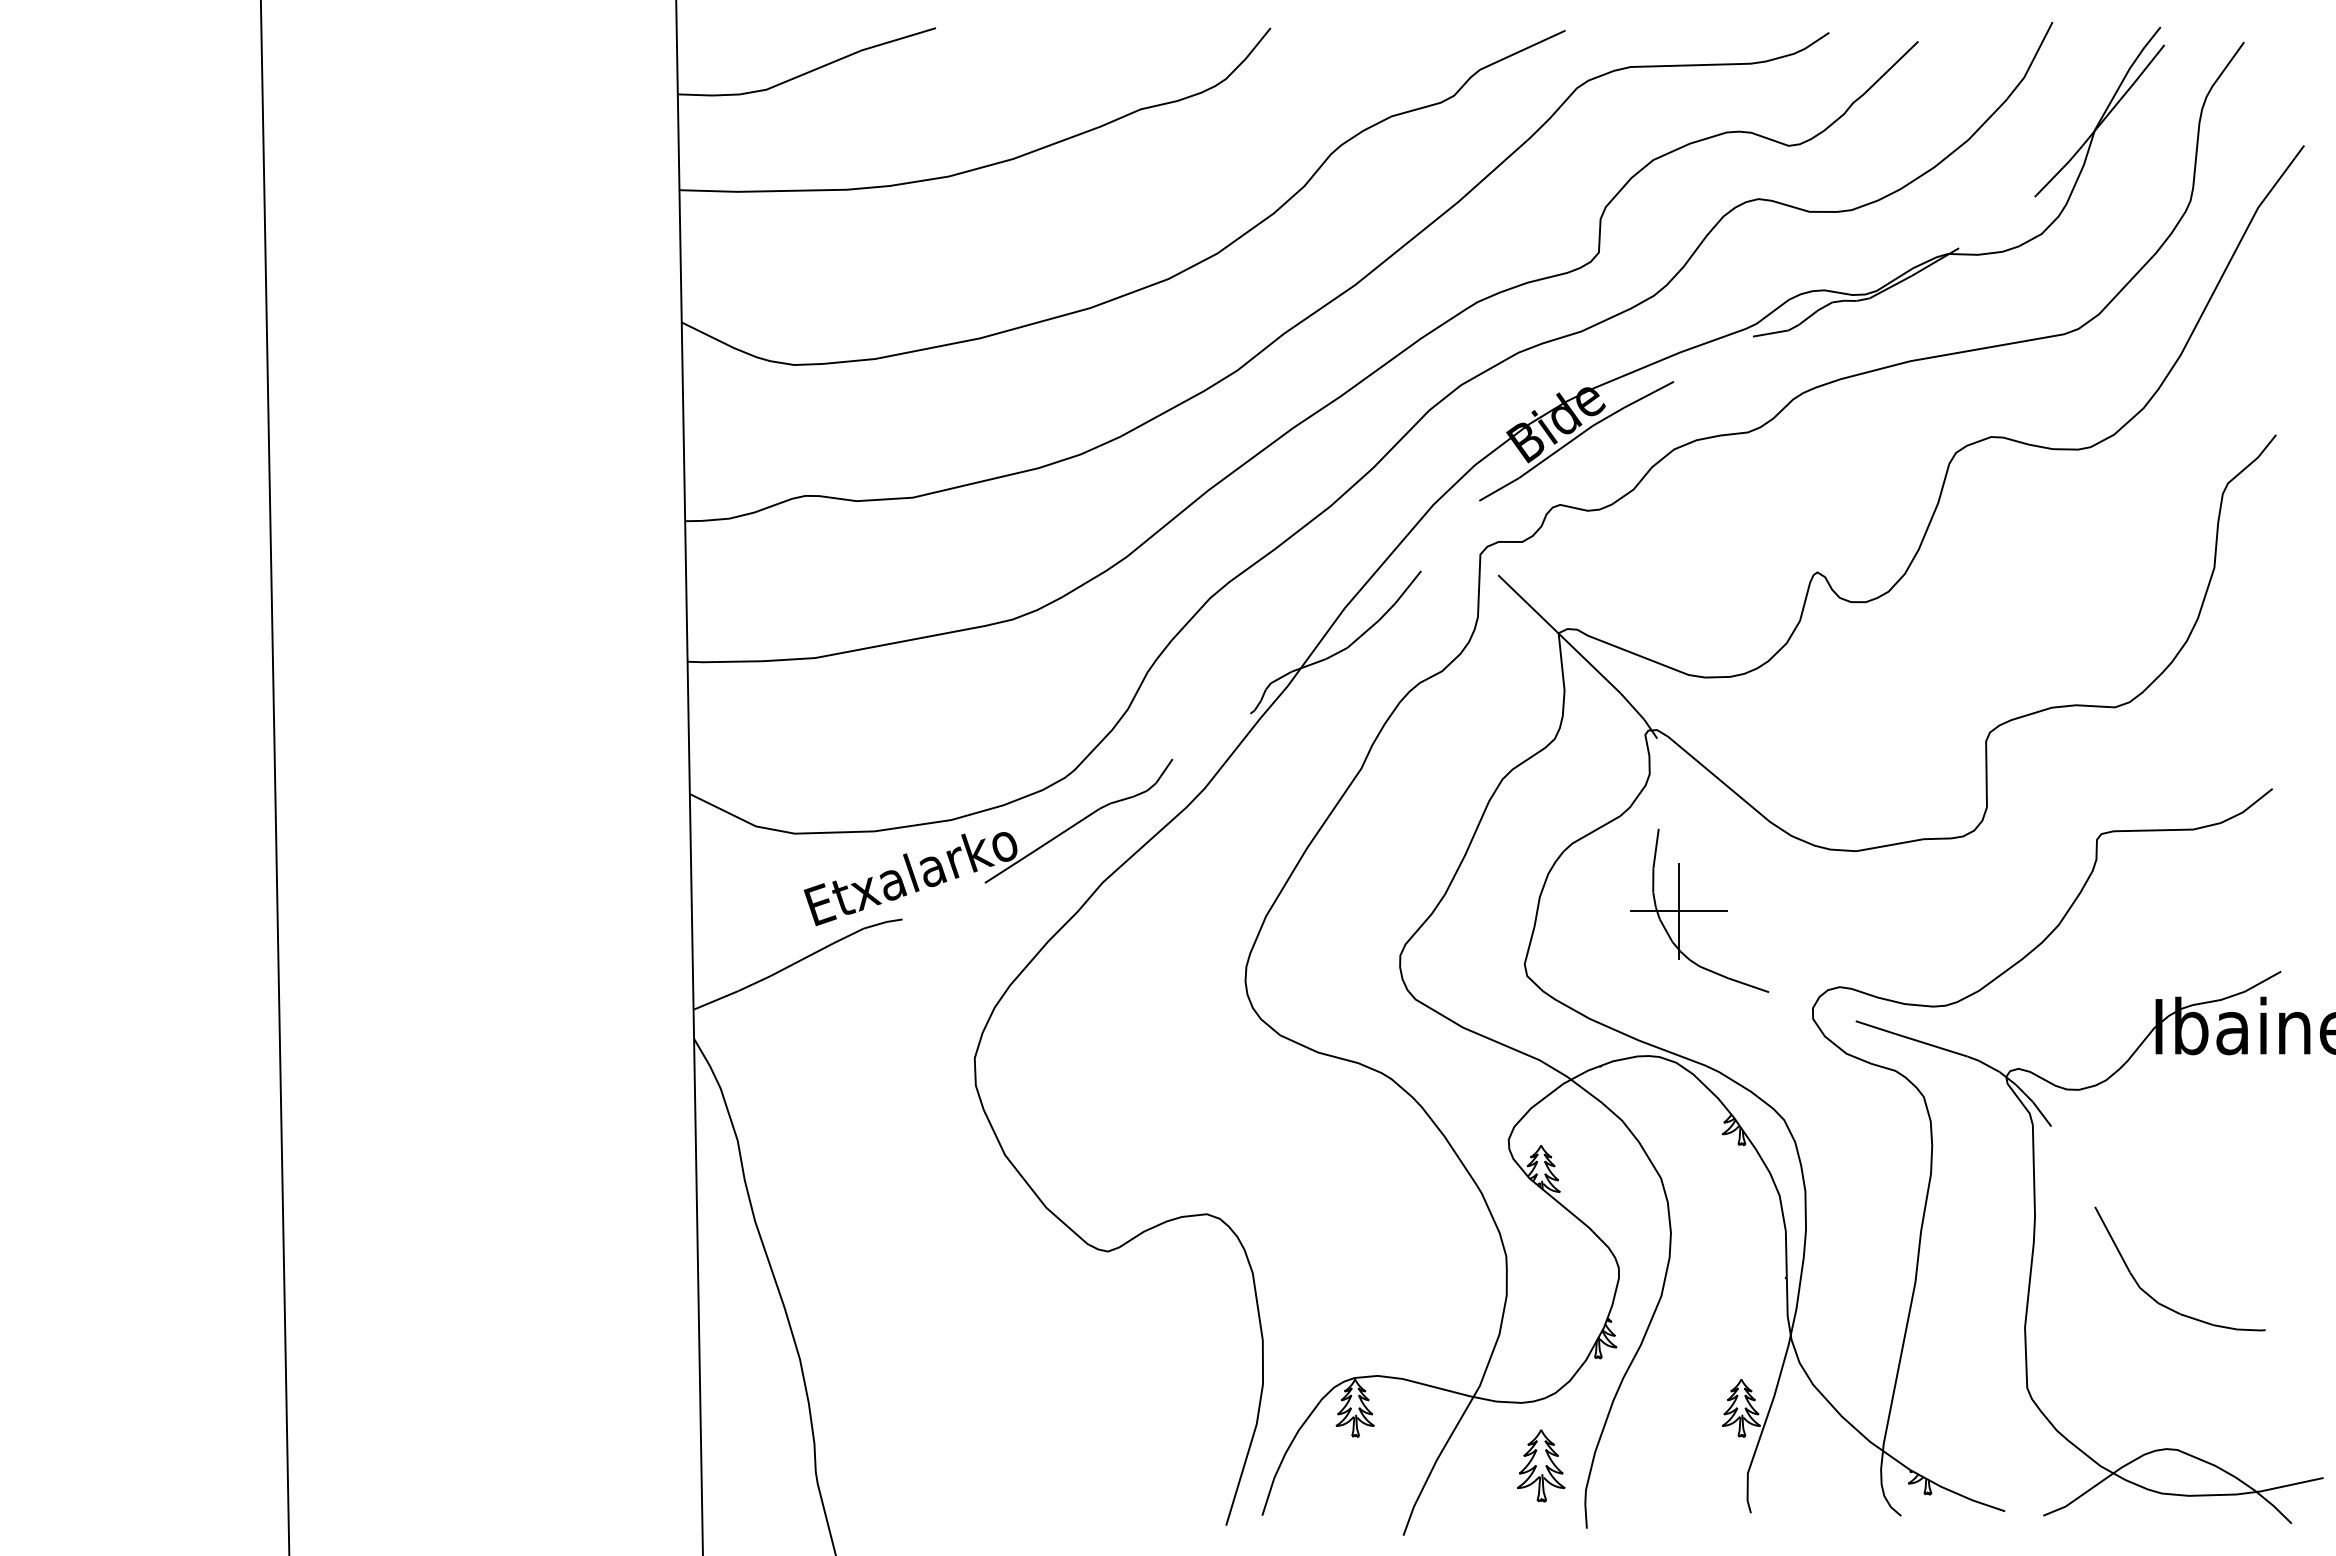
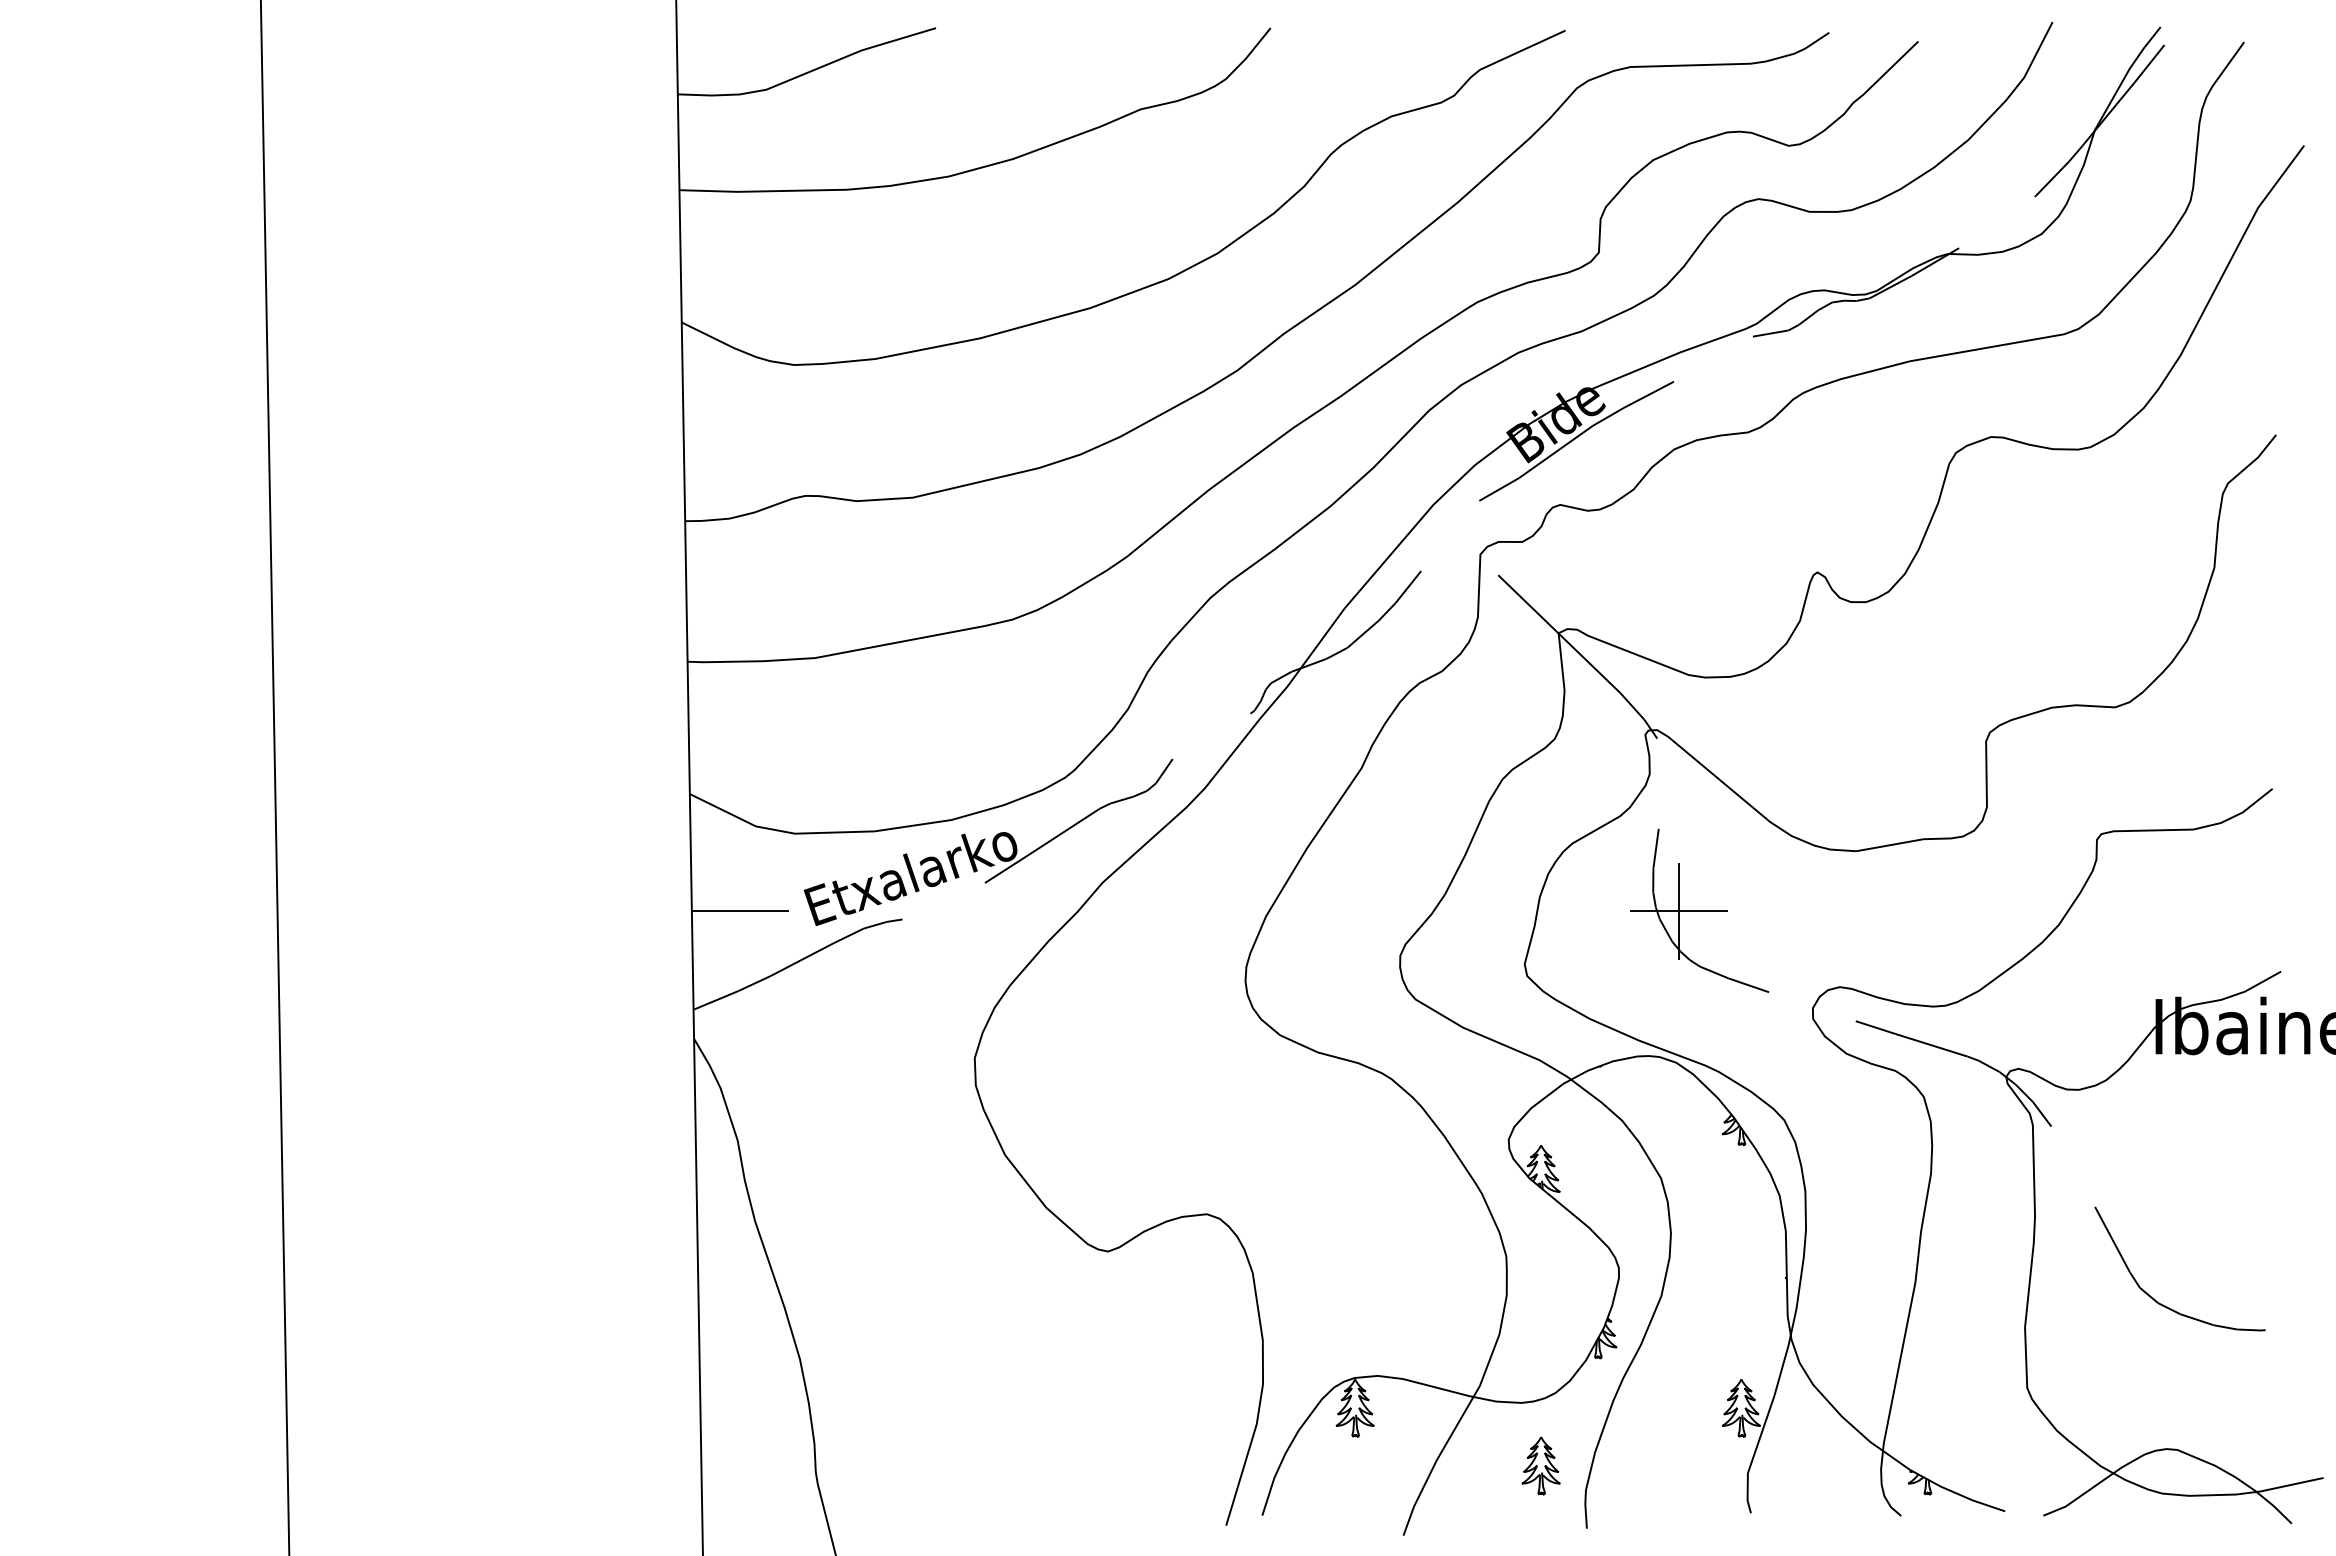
line at (739, 911): none -> present
part at (1541, 1465) size: 49x74 px -> 40x60 px
